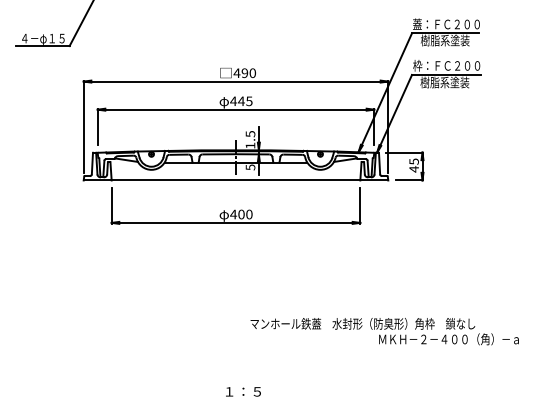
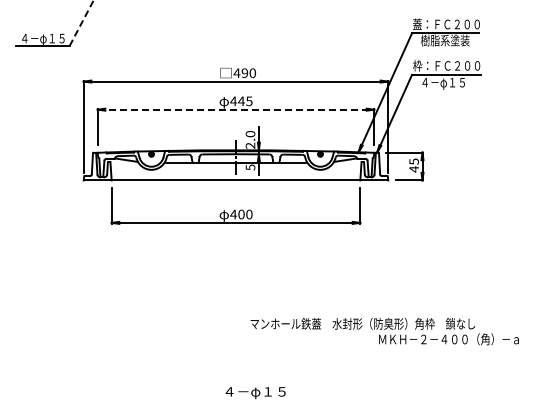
line at (81, 23): solid -> dashed
text at (444, 82): 樹脂系塗装 -> ４－φ１５
line at (236, 109): solid -> dashed
text at (250, 139): 1.5 -> 2.0
text at (255, 393): １：５ -> ４－φ１５
